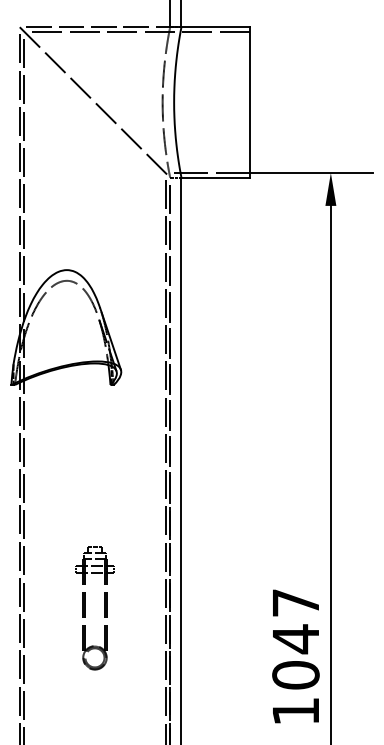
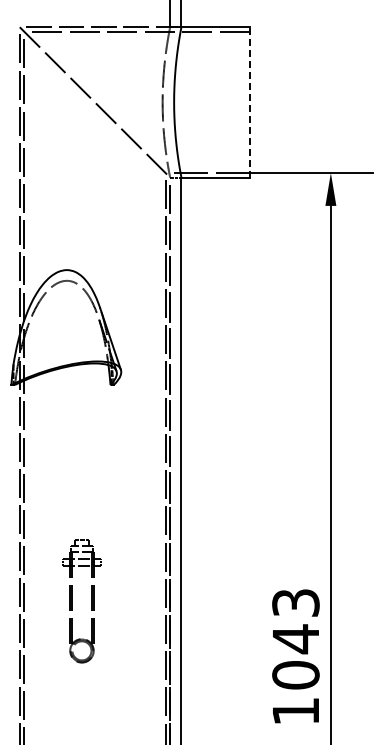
line at (250, 101): solid -> dashed
text at (295, 602): 1047 -> 1043
part at (85, 608) position: (85, 608) -> (72, 601)
